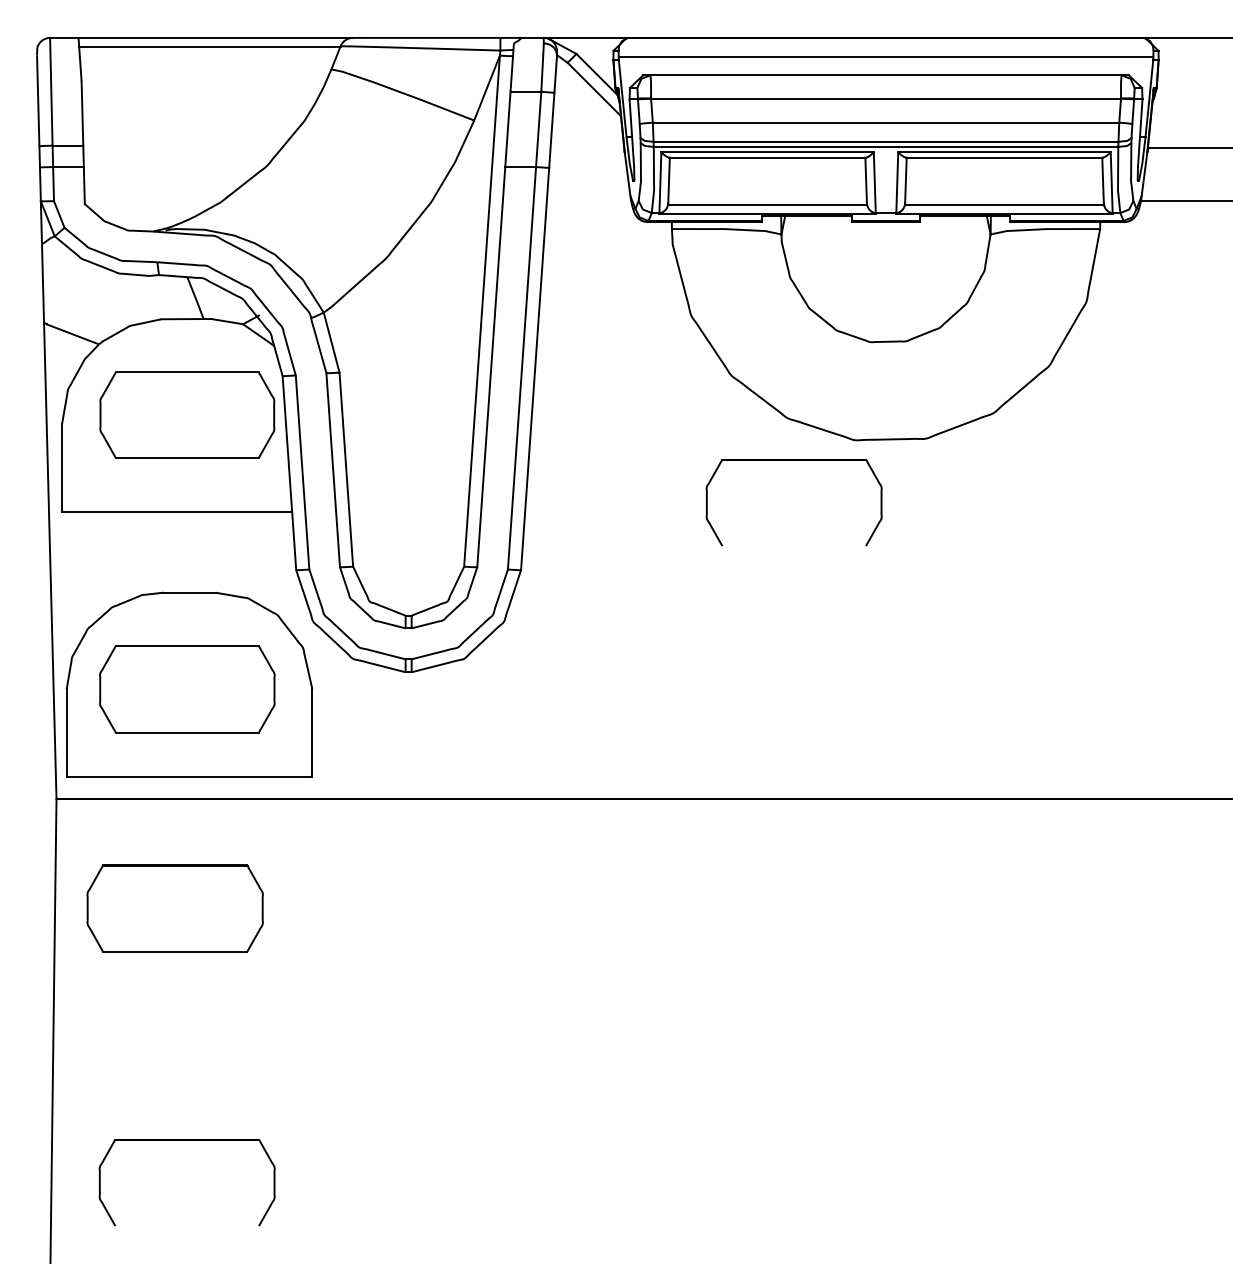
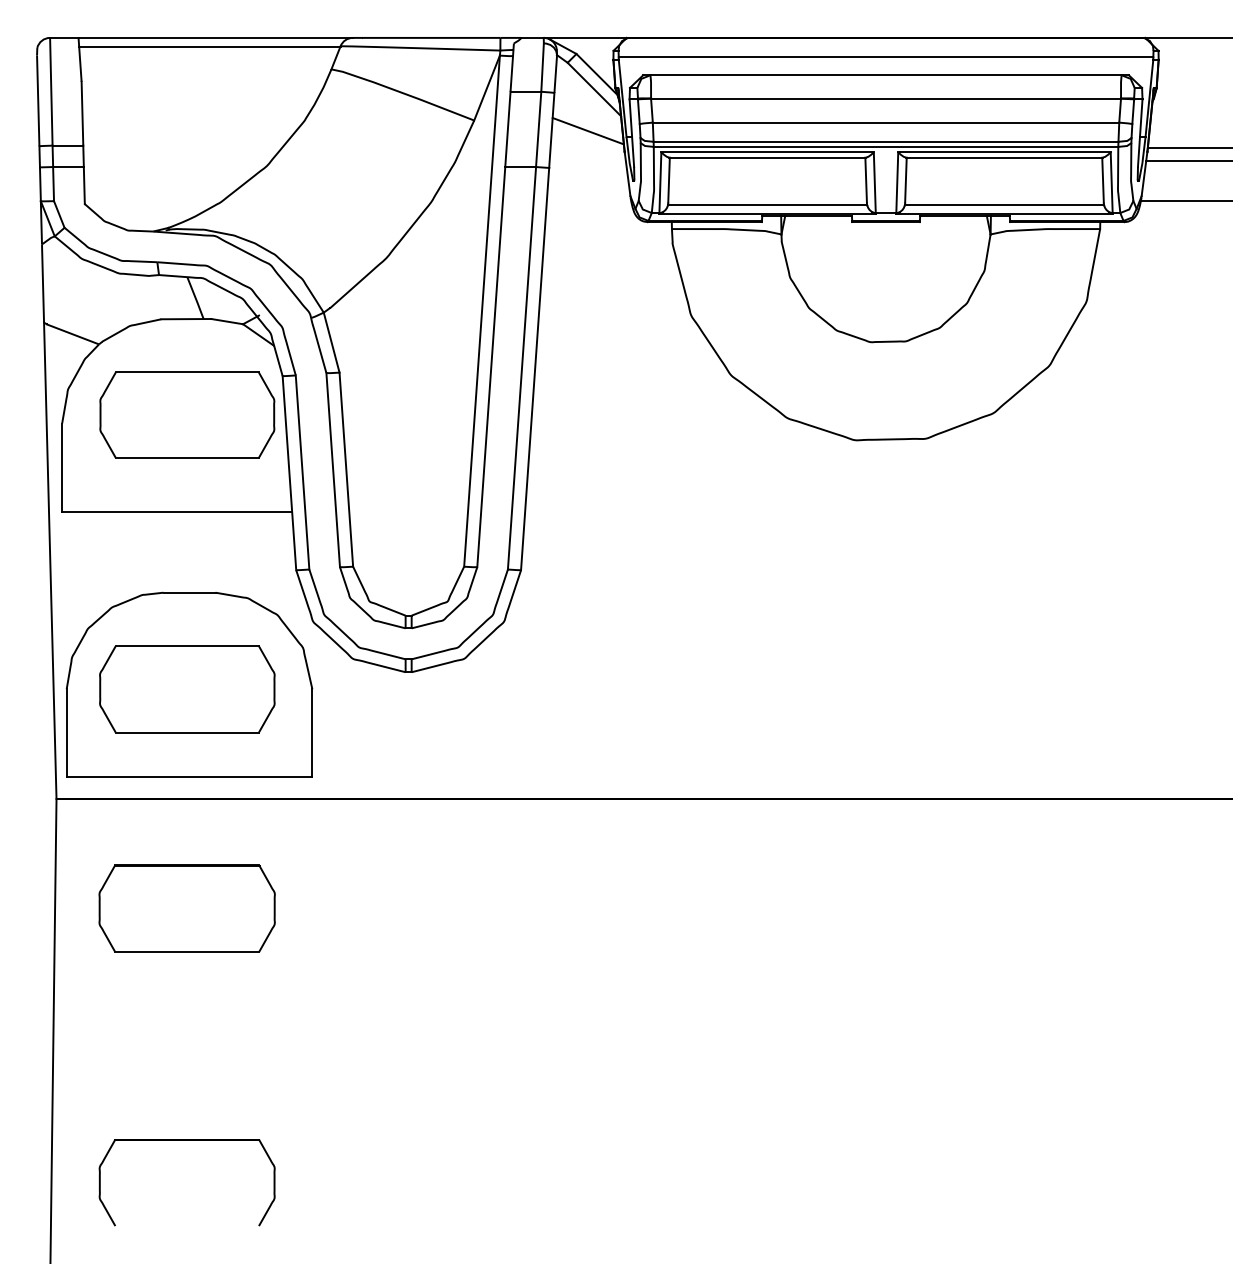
line at (587, 130): none -> present
line at (1187, 161): none -> present
part at (793, 460): present -> none
part at (174, 908) position: (174, 908) -> (186, 908)
